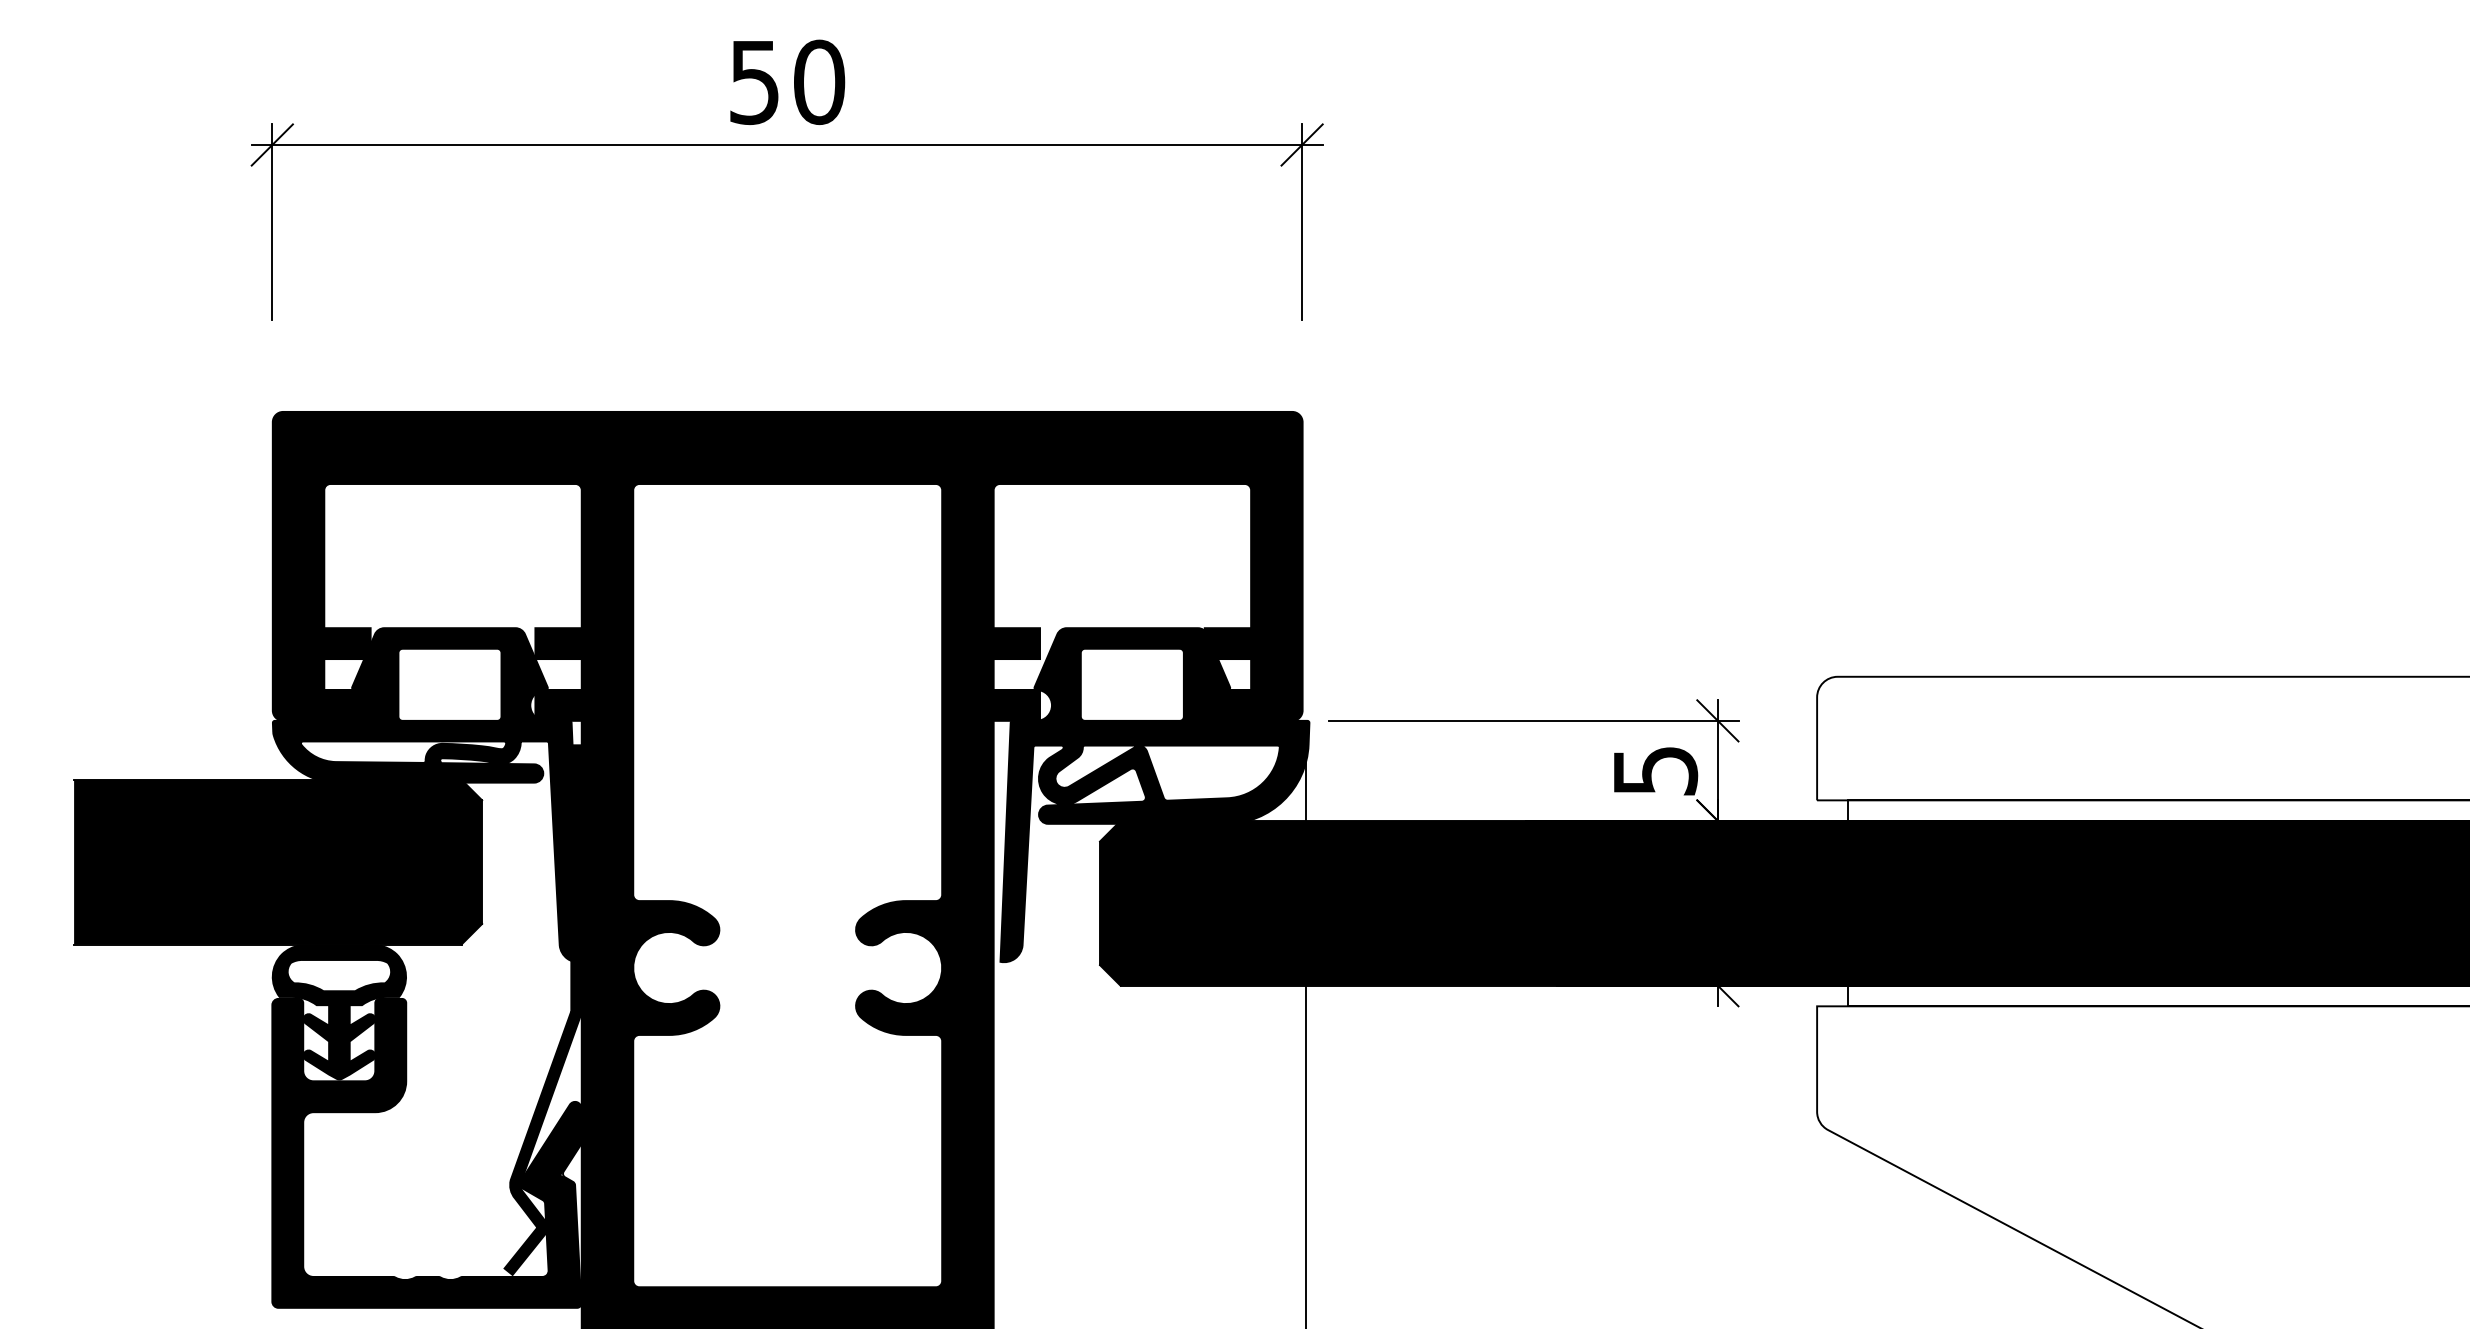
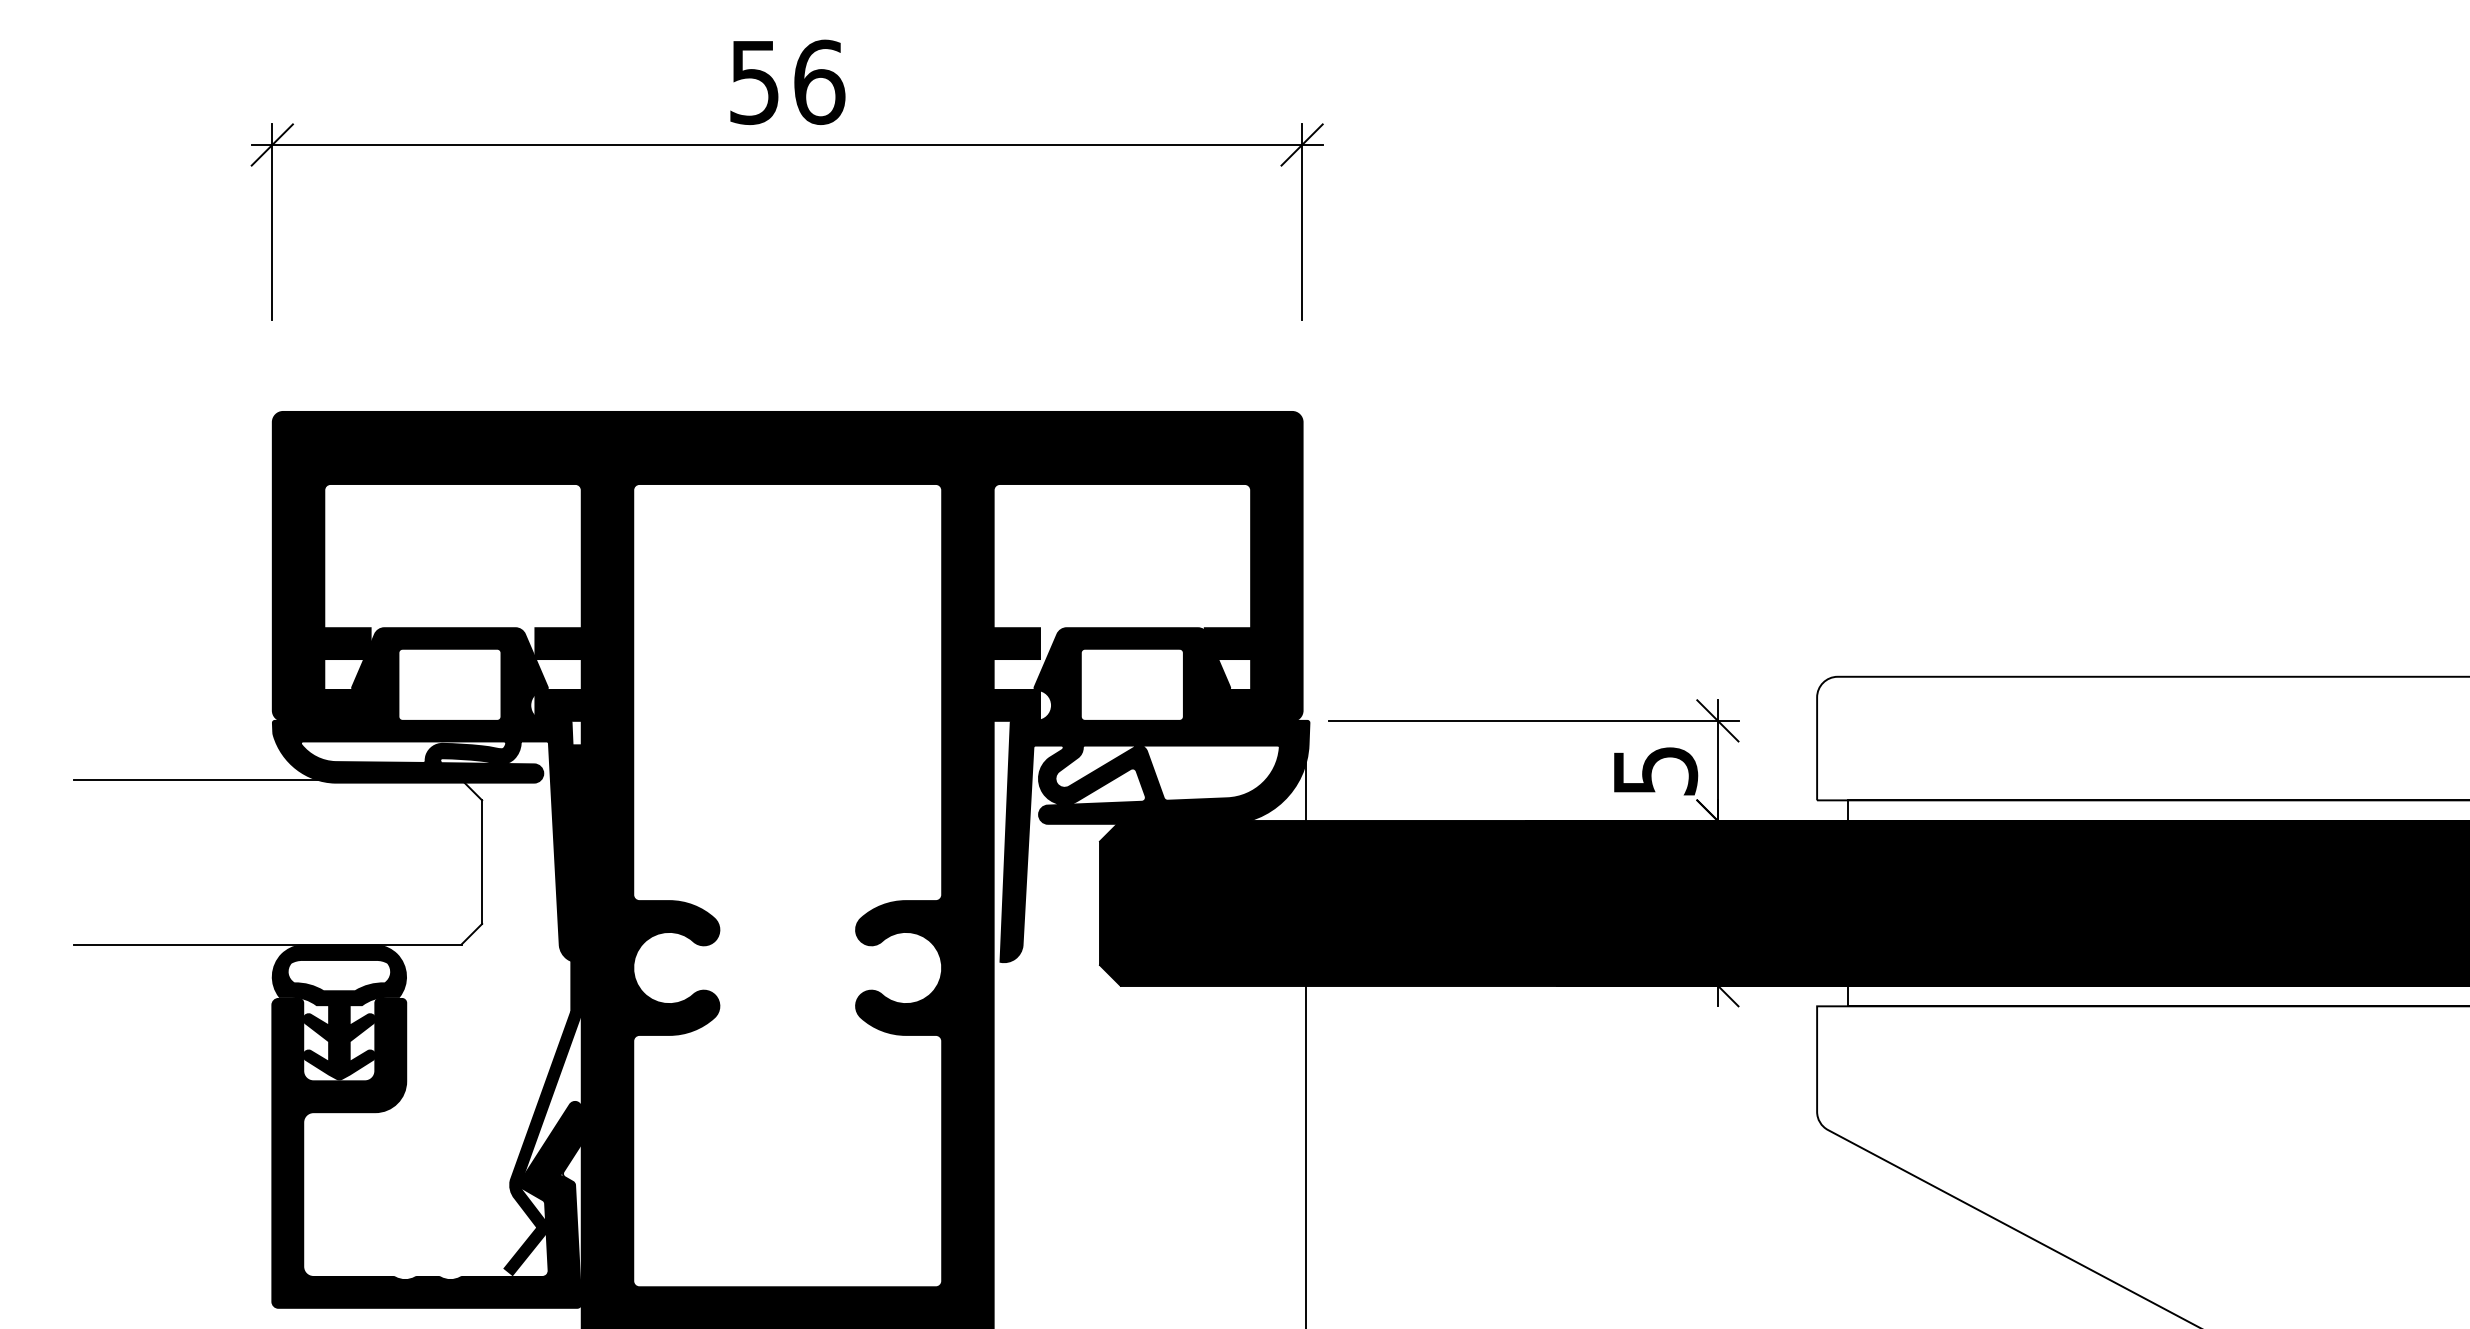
text at (819, 81): 50 -> 56
fill at (278, 861): present -> none
